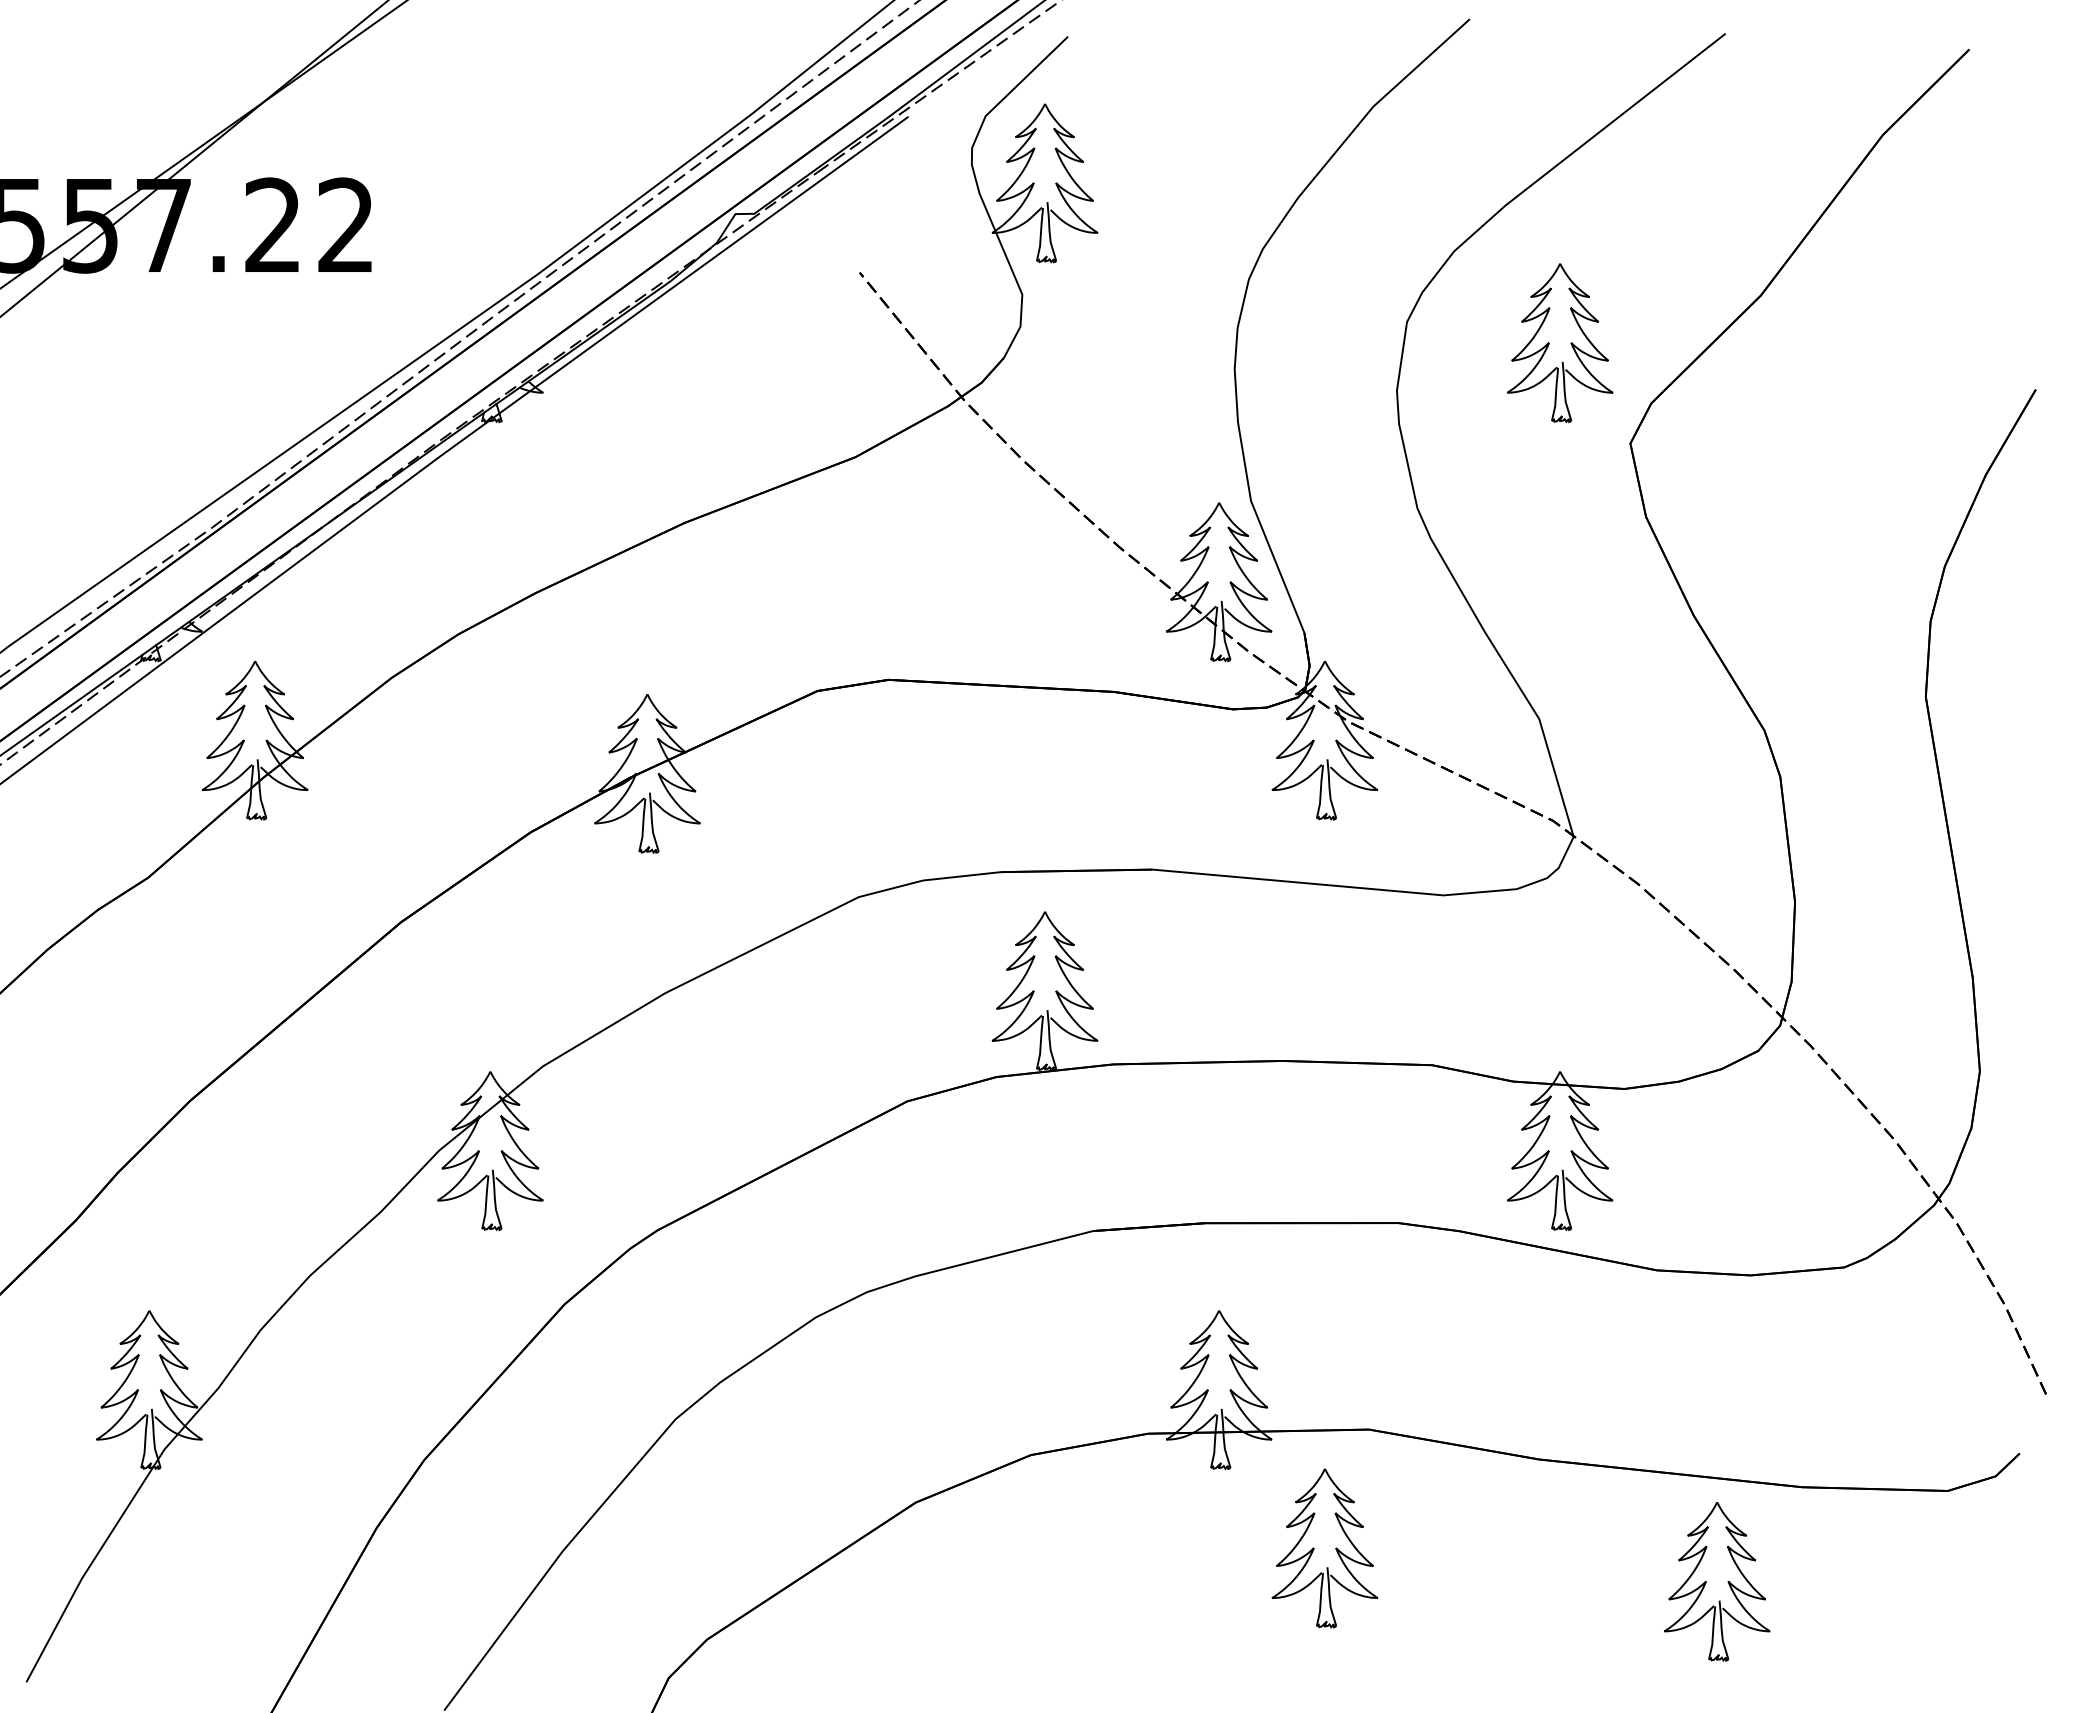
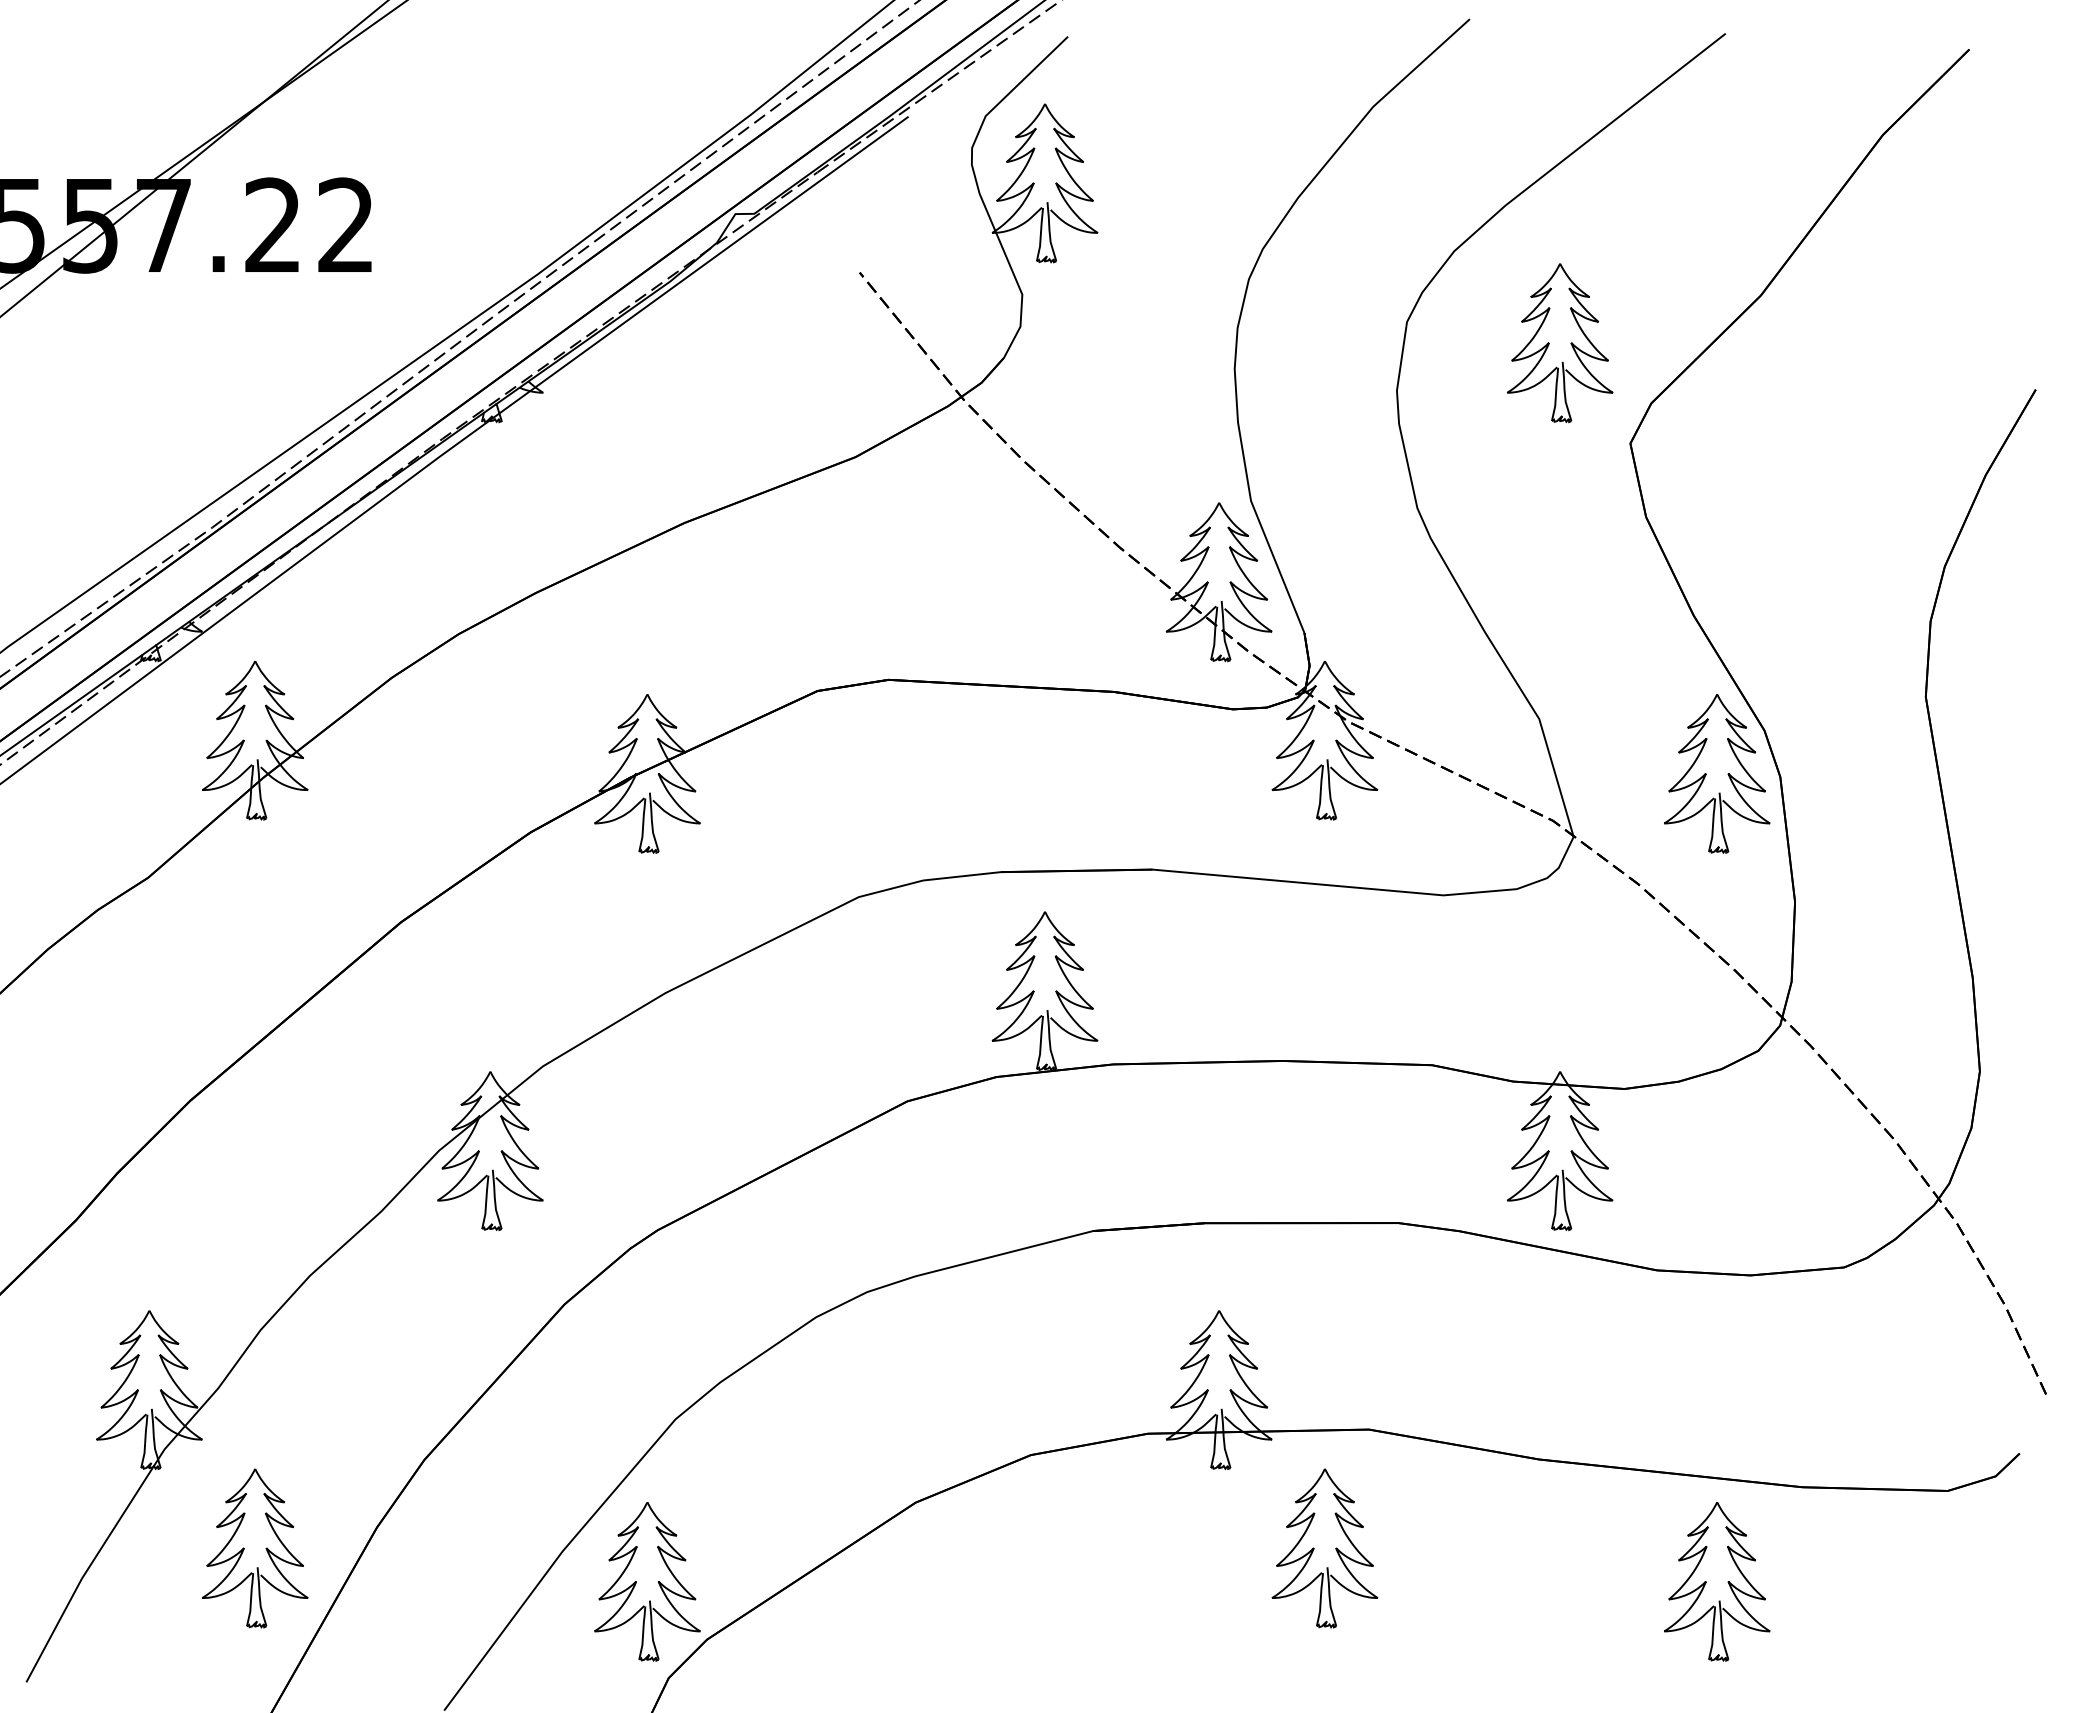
part at (1717, 773): none -> present
part at (255, 1548): none -> present
part at (647, 1581): none -> present
